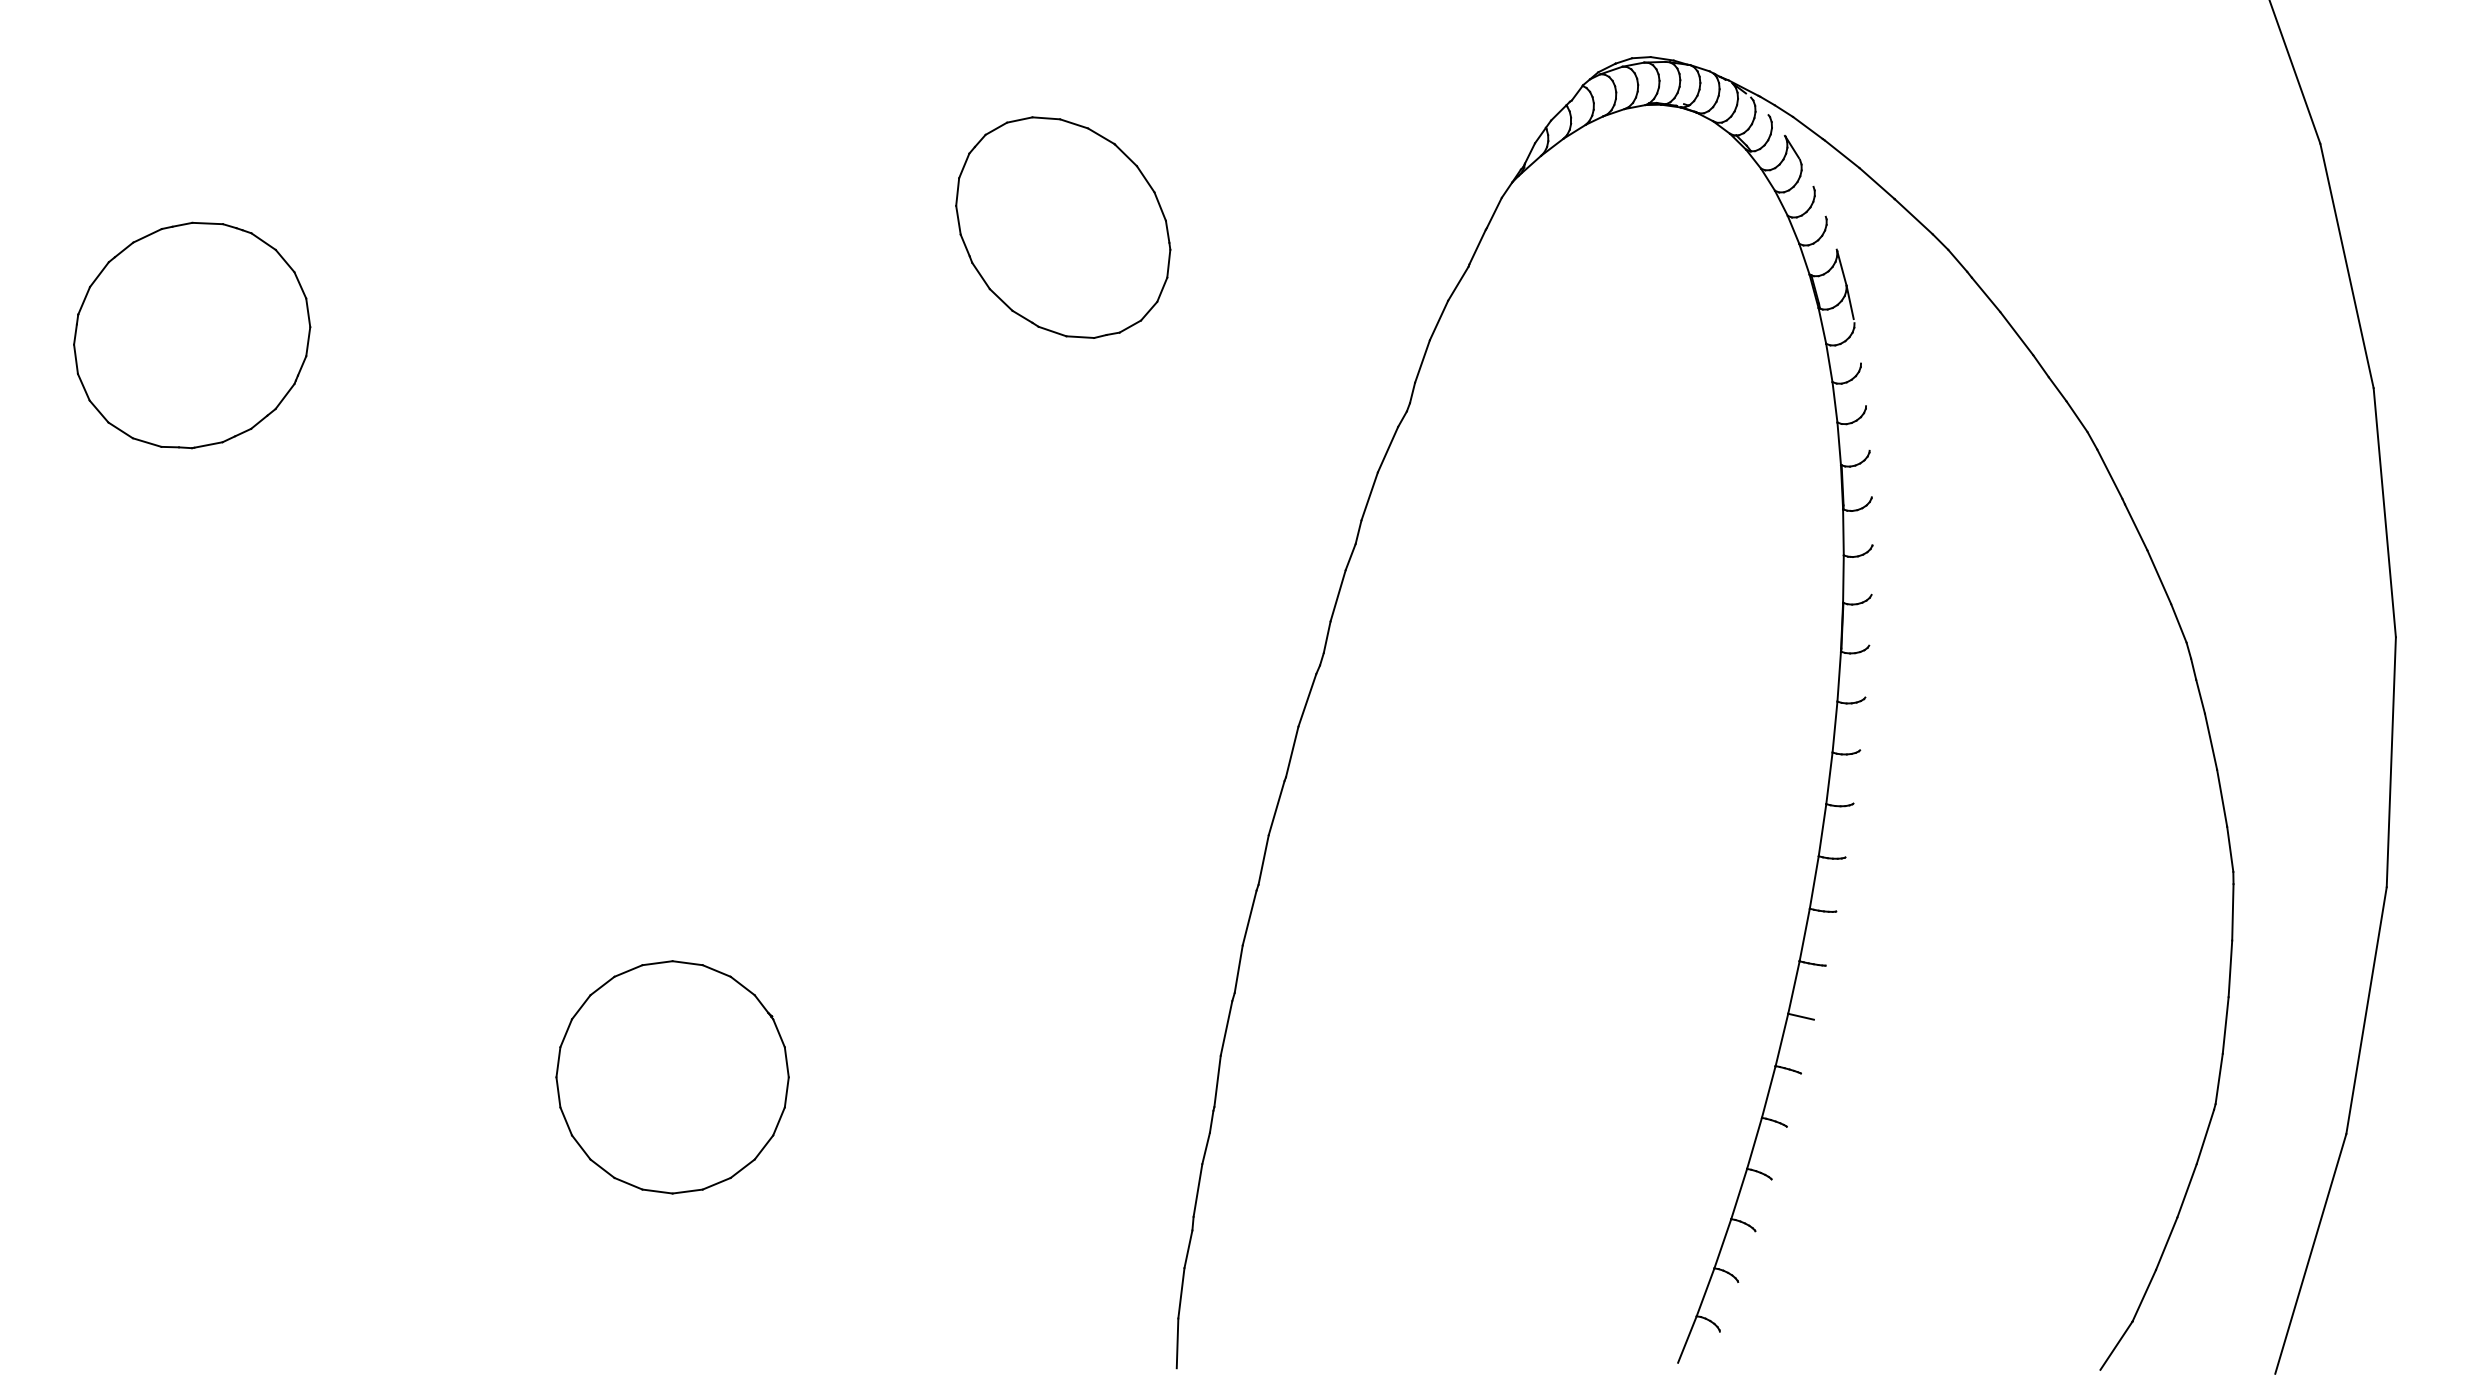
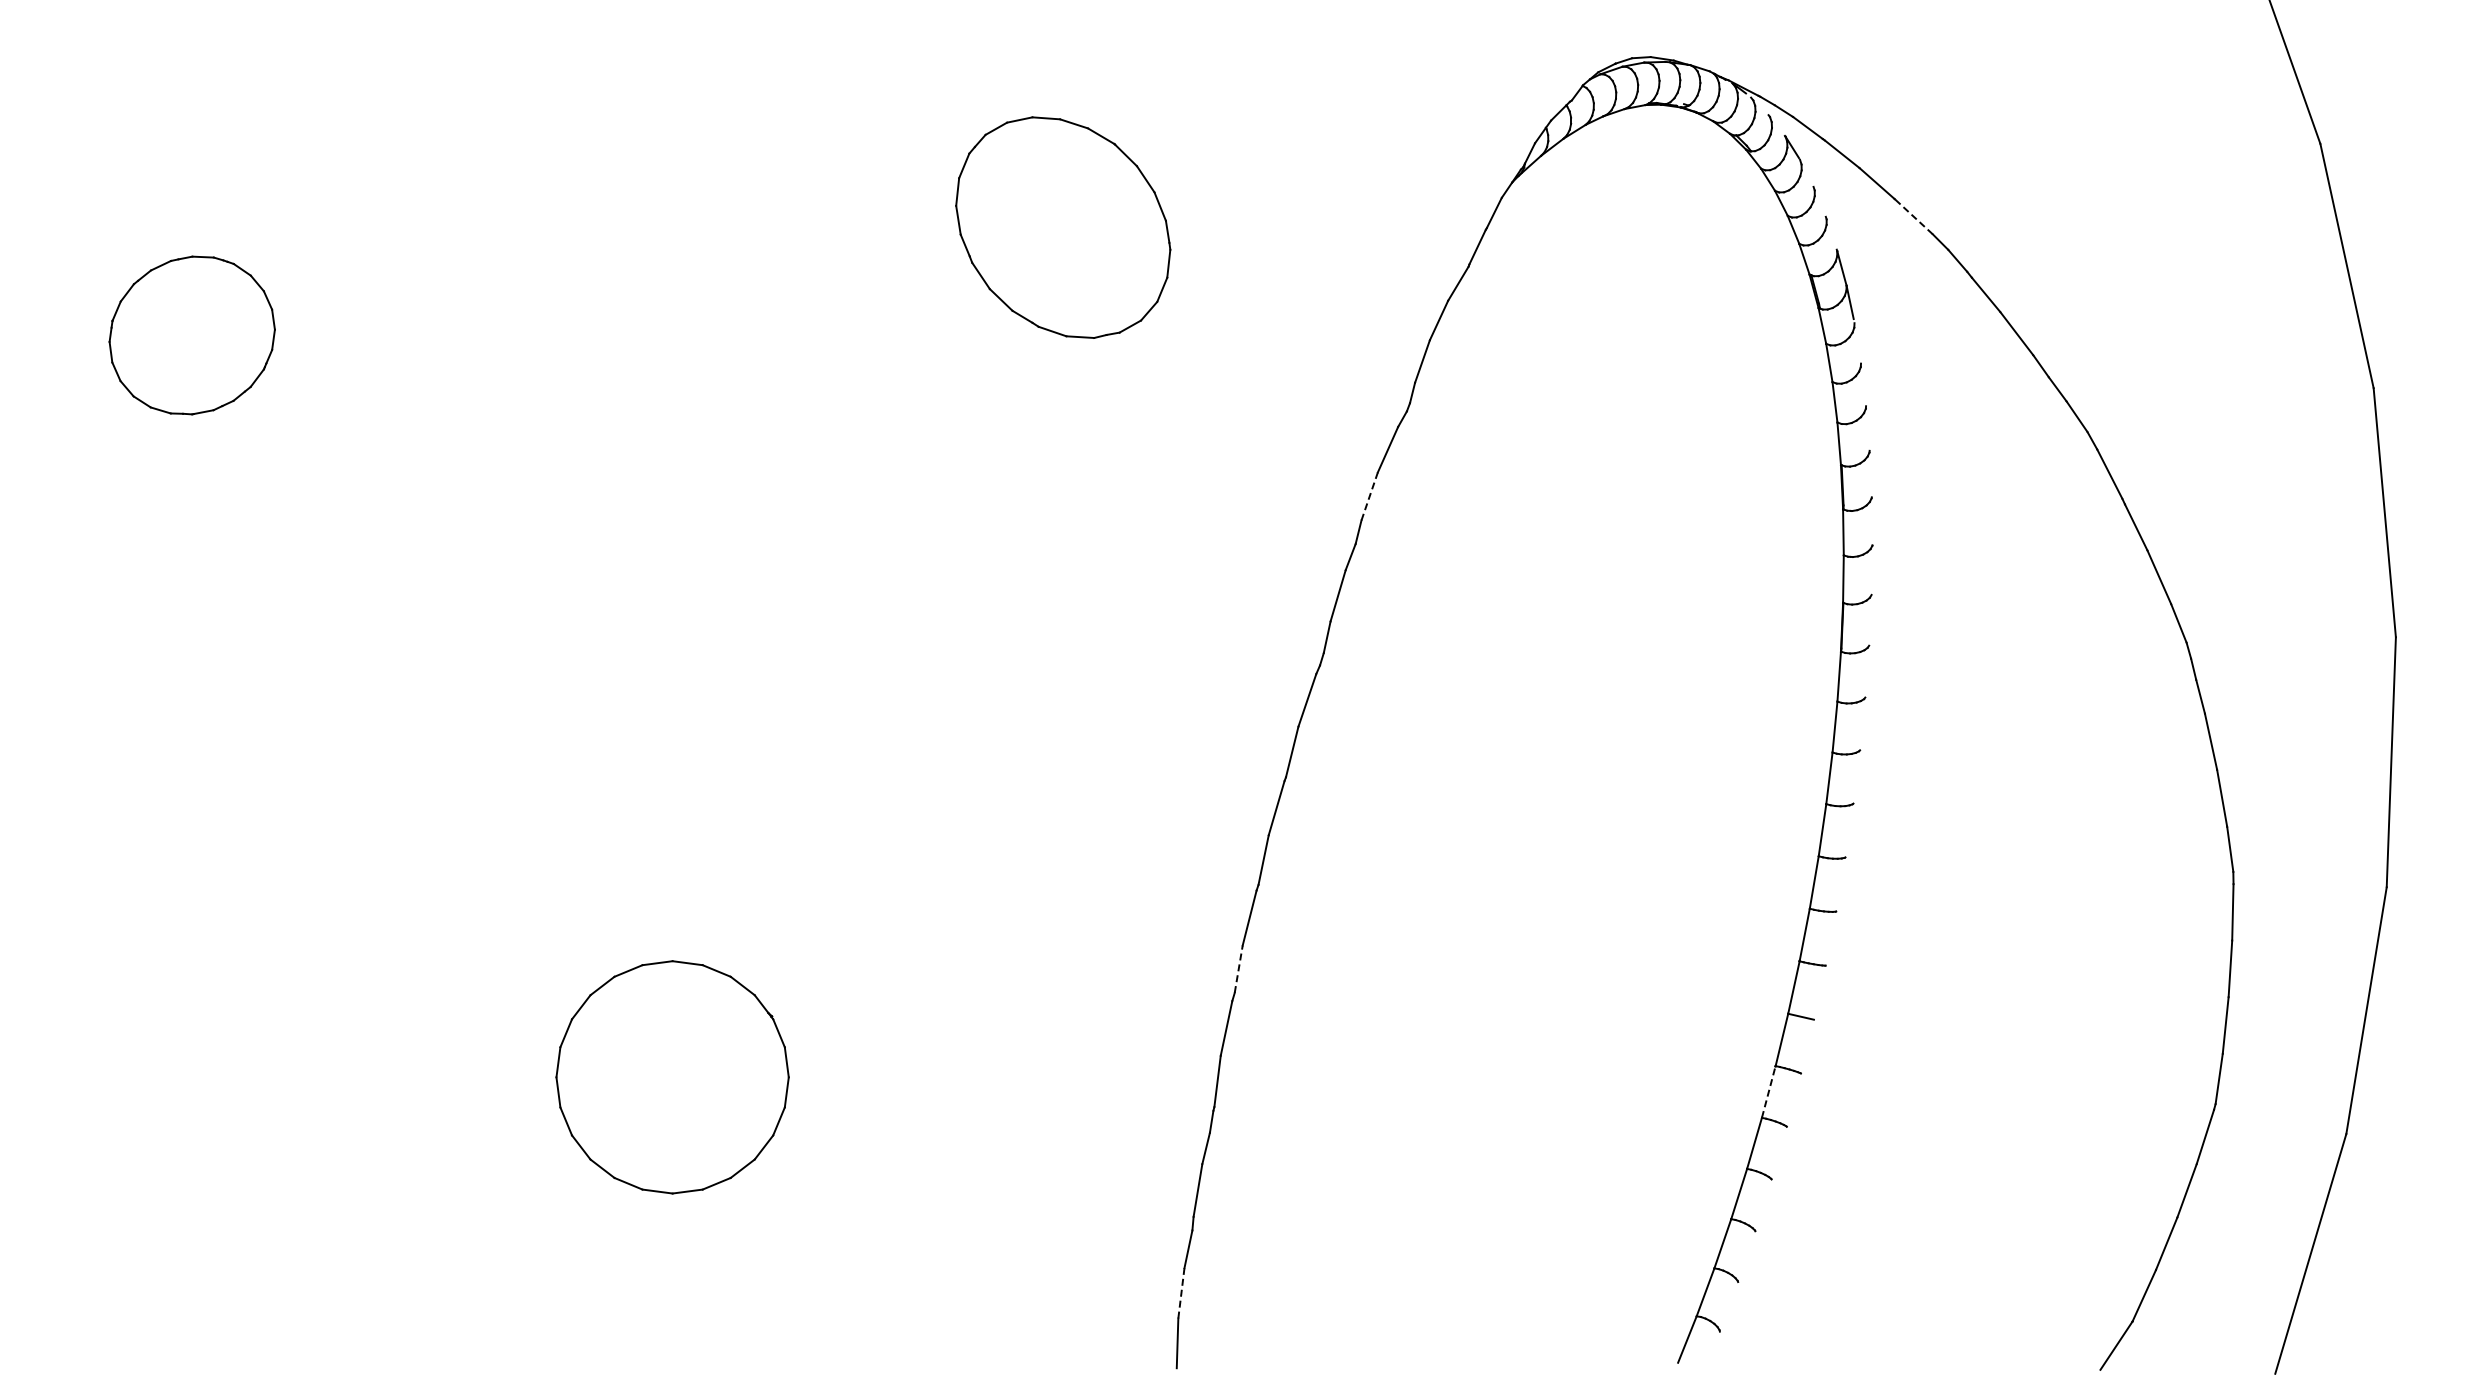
line at (1913, 216): solid -> dashed
part at (192, 335) size: 239x229 px -> 168x161 px
line at (1369, 496): solid -> dashed
line at (1238, 968): solid -> dashed
line at (1768, 1092): solid -> dashed
line at (1181, 1292): solid -> dashed
